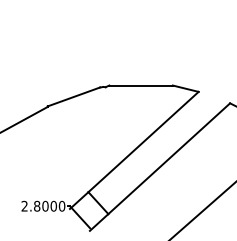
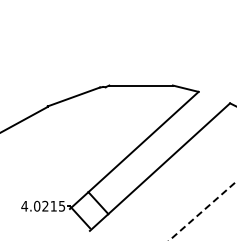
text at (43, 205): 2.8000 -> 4.0215
line at (202, 211): solid -> dashed
